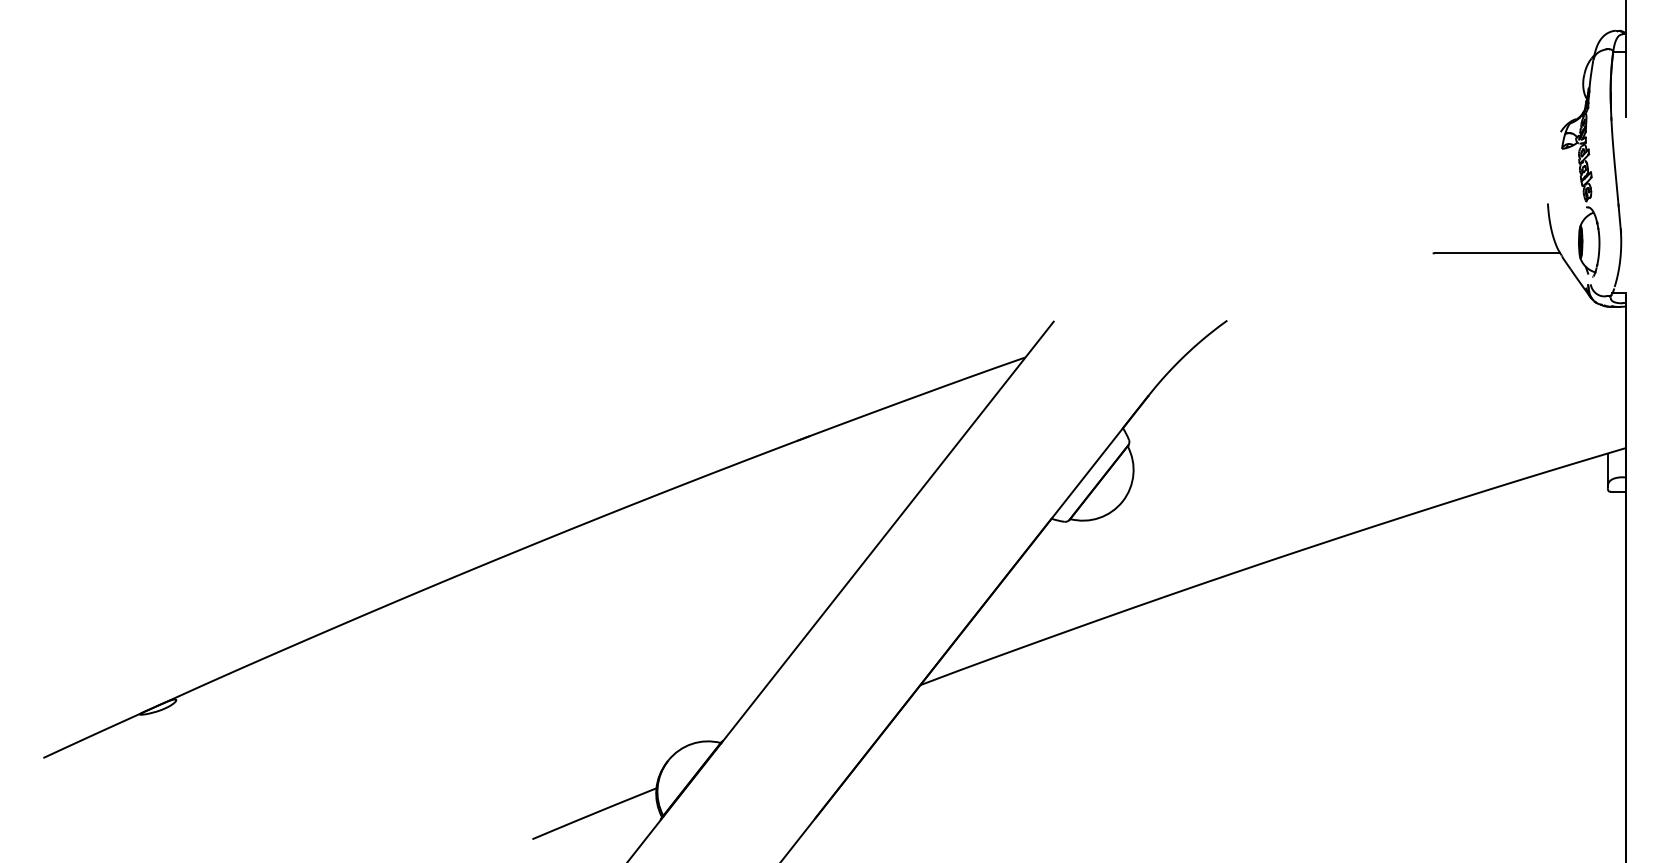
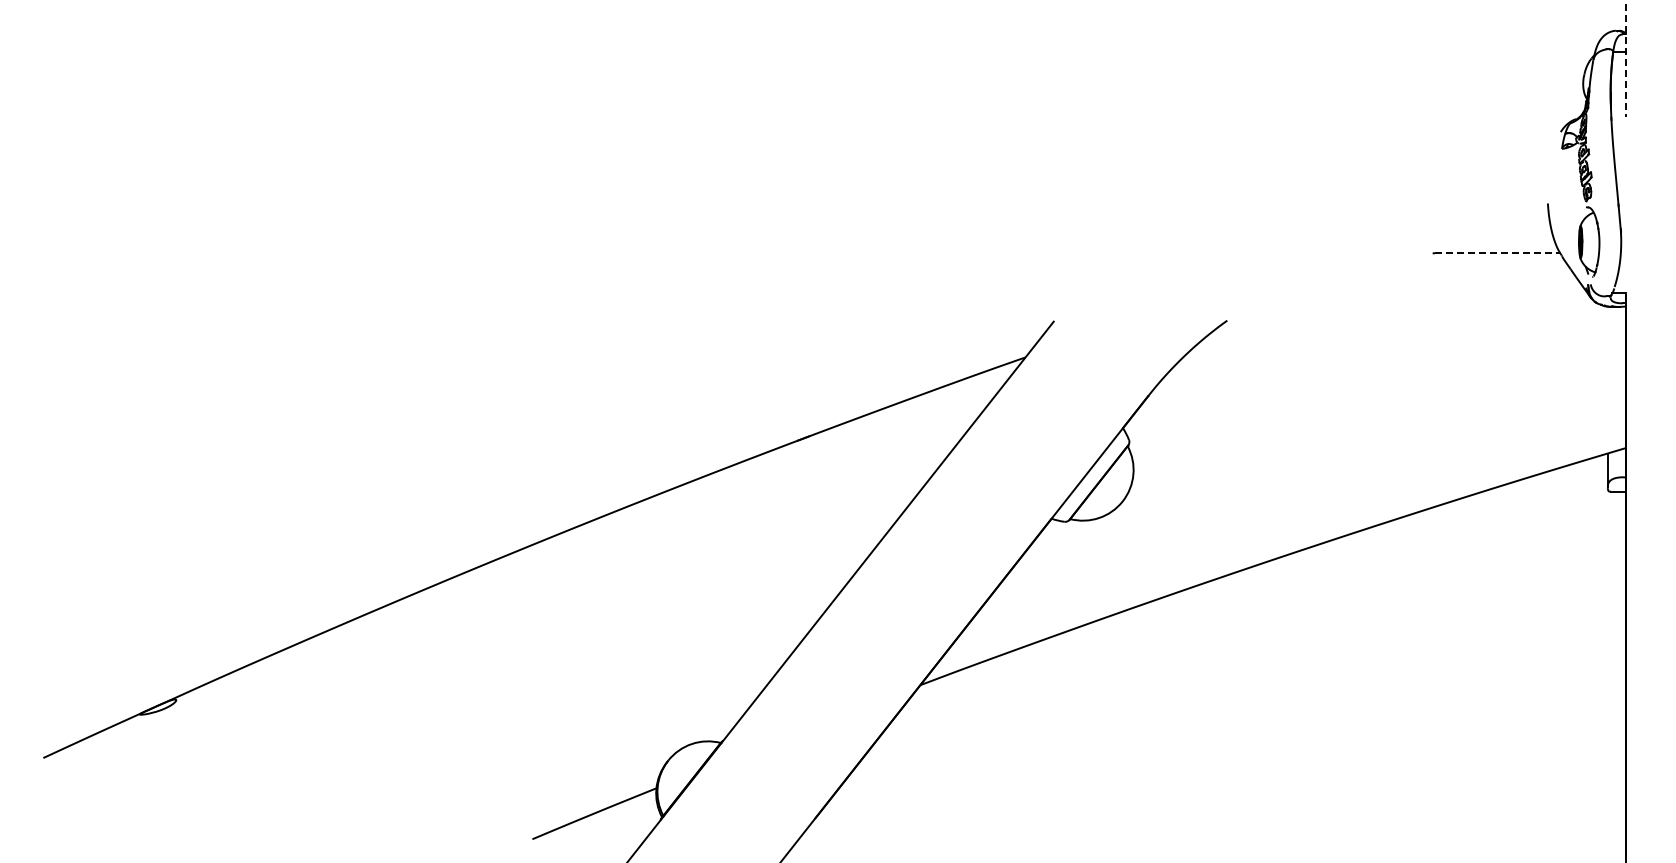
line at (1625, 58): solid -> dashed
line at (1497, 253): solid -> dashed
